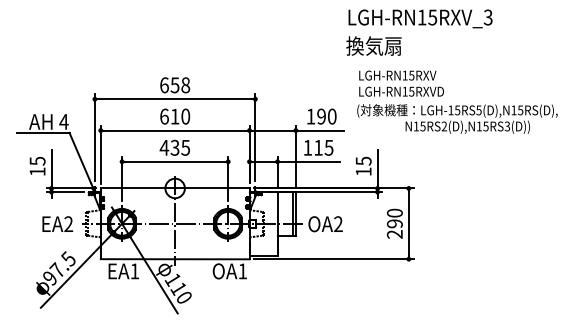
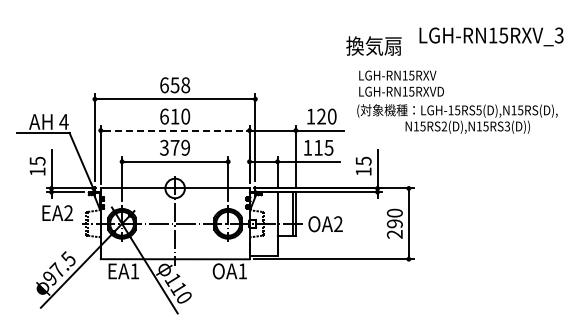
text at (420, 18) position: (420, 18) -> (491, 36)
text at (321, 116): 190 -> 120
line at (175, 130): solid -> dashed
text at (174, 147): 435 -> 379
text at (57, 223) position: (57, 223) -> (57, 212)
